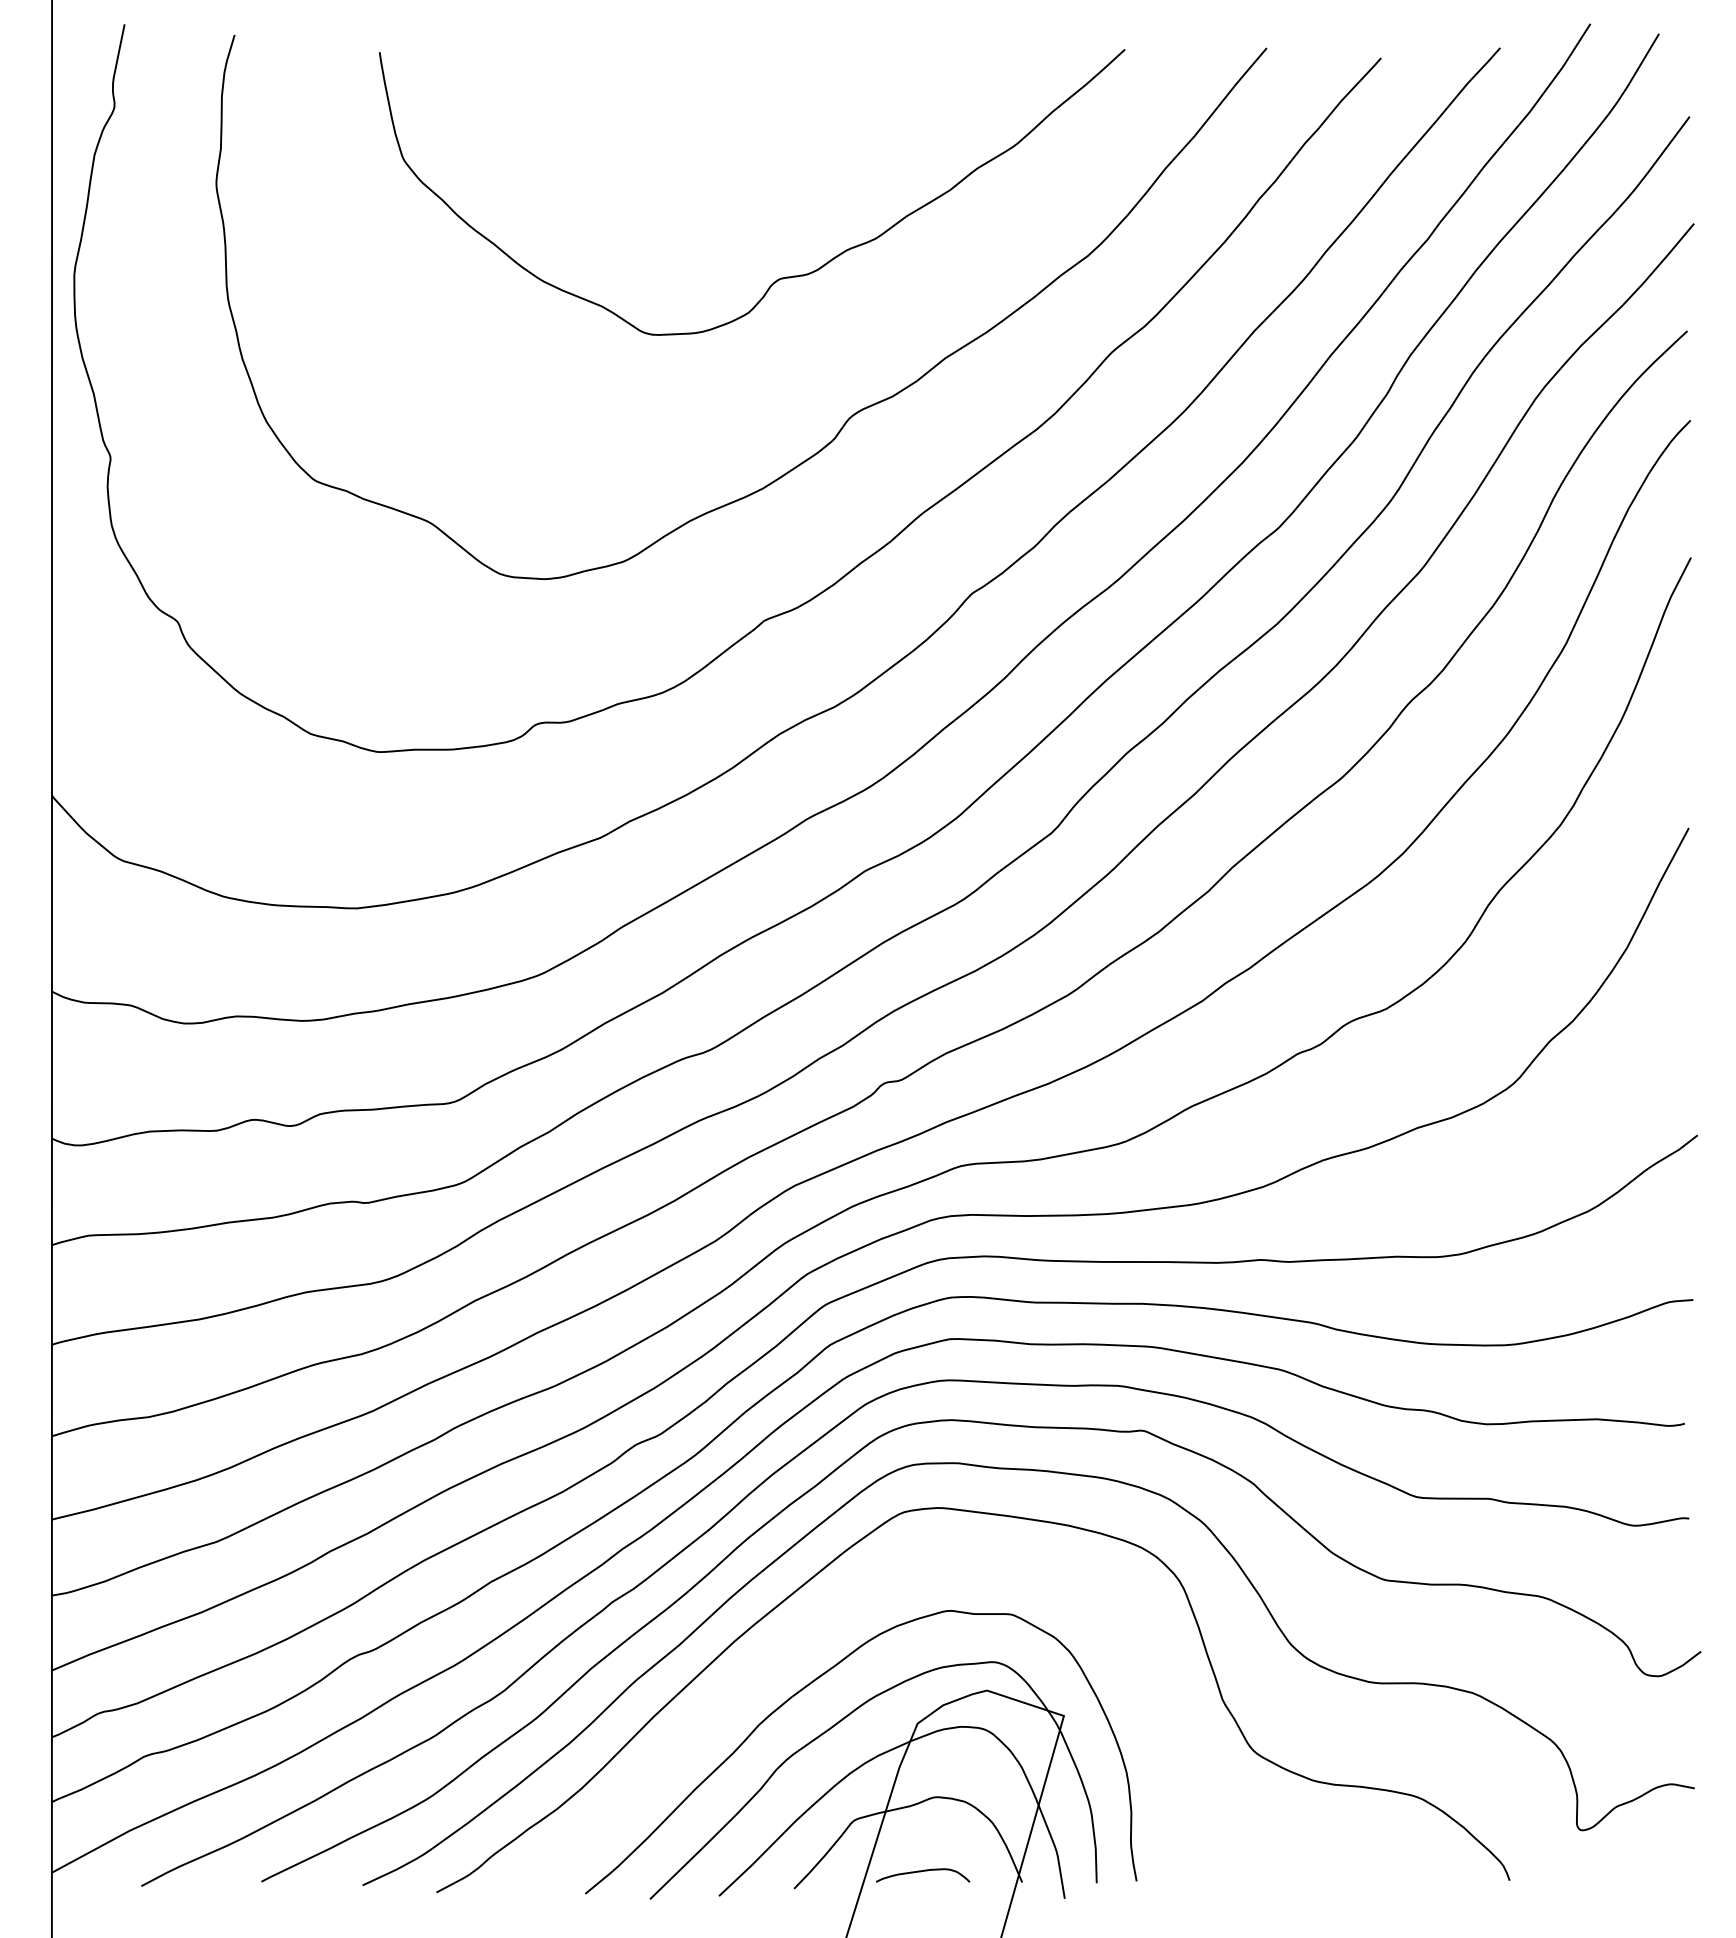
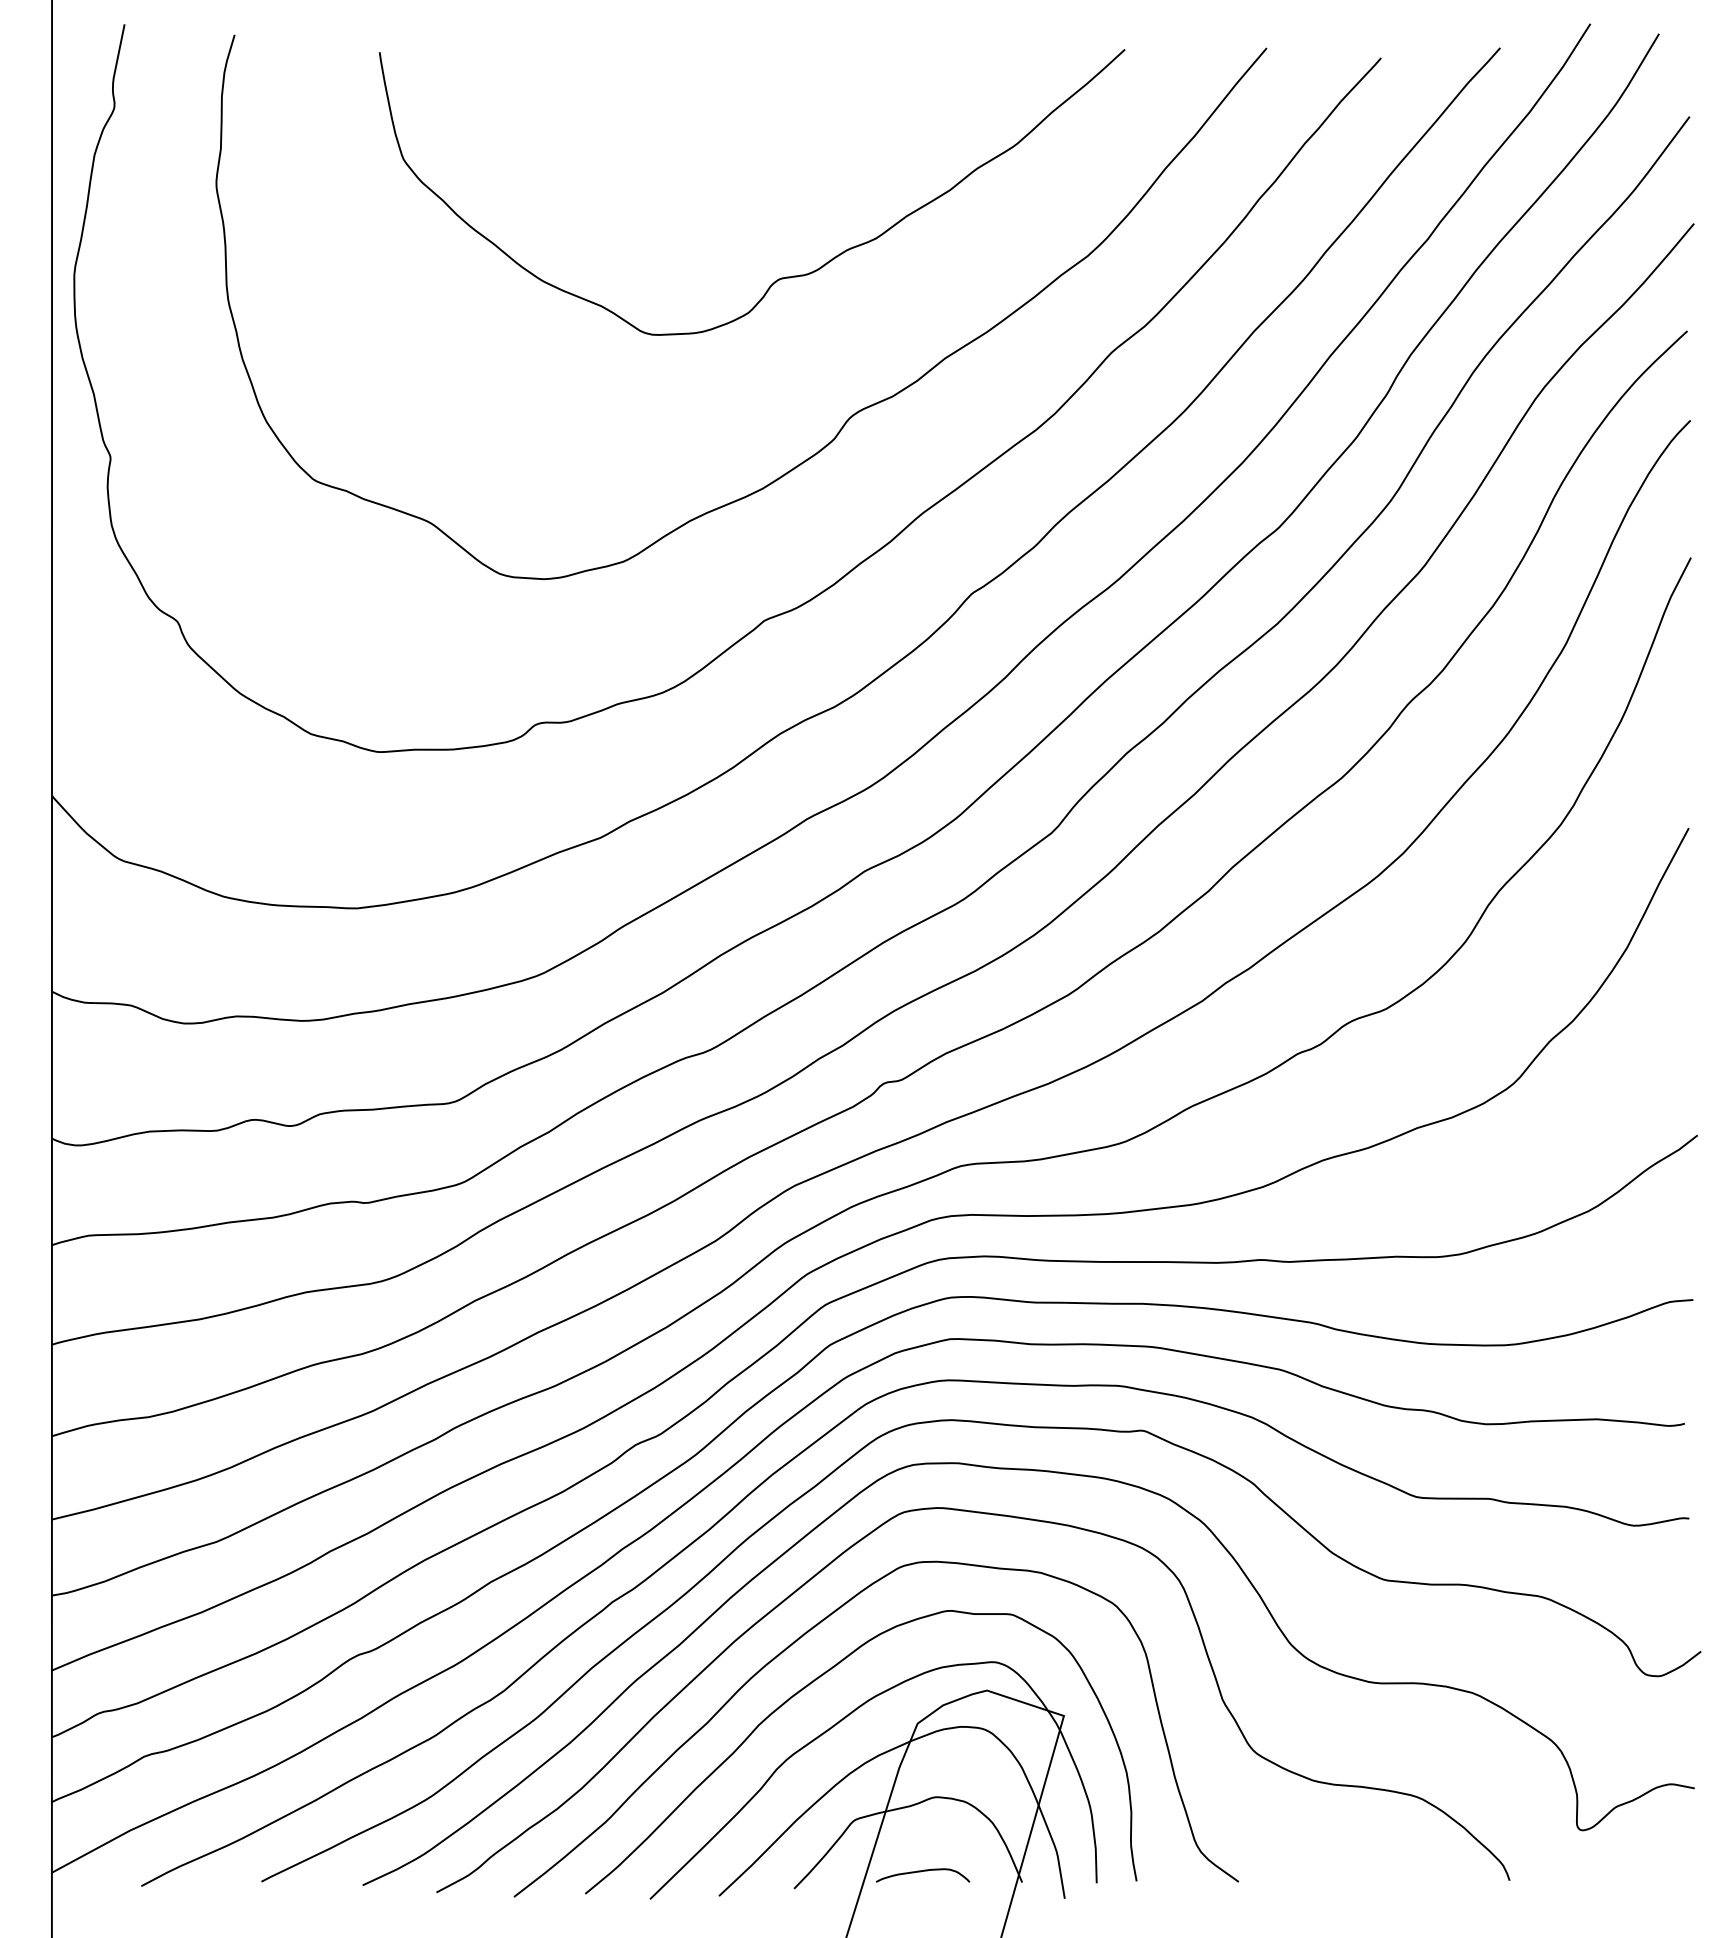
curve at (807, 1633): none -> present
